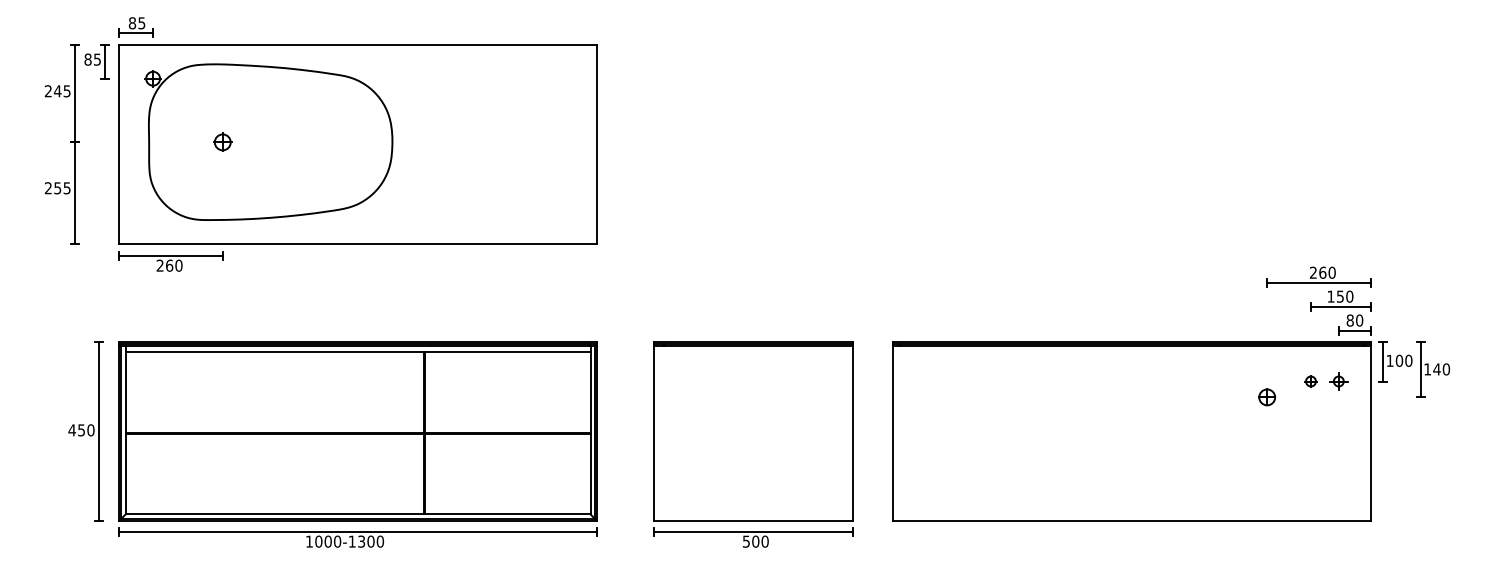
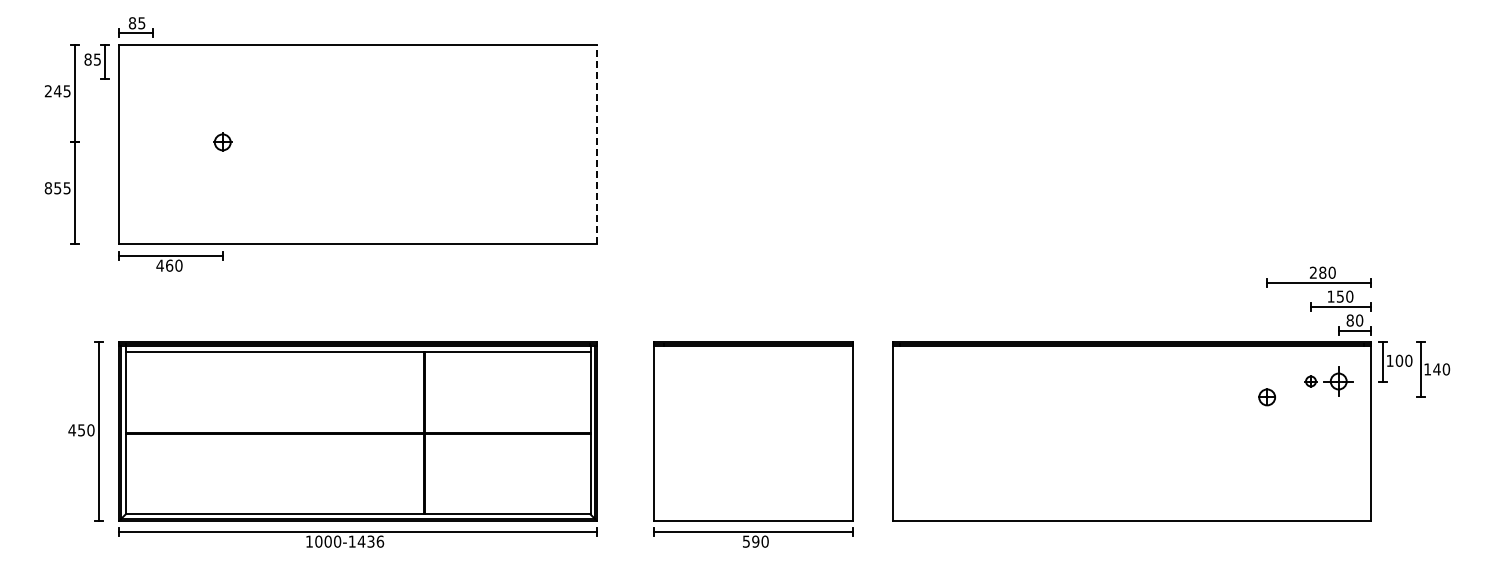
part at (268, 141): present -> none
line at (596, 143): solid -> dashed
text at (47, 188): 255 -> 855
text at (159, 265): 260 -> 460
text at (1322, 272): 260 -> 280
part at (1338, 381) size: 20x19 px -> 31x31 px
text at (370, 541): 1000-1300 -> 1000-1436
text at (755, 541): 500 -> 590
